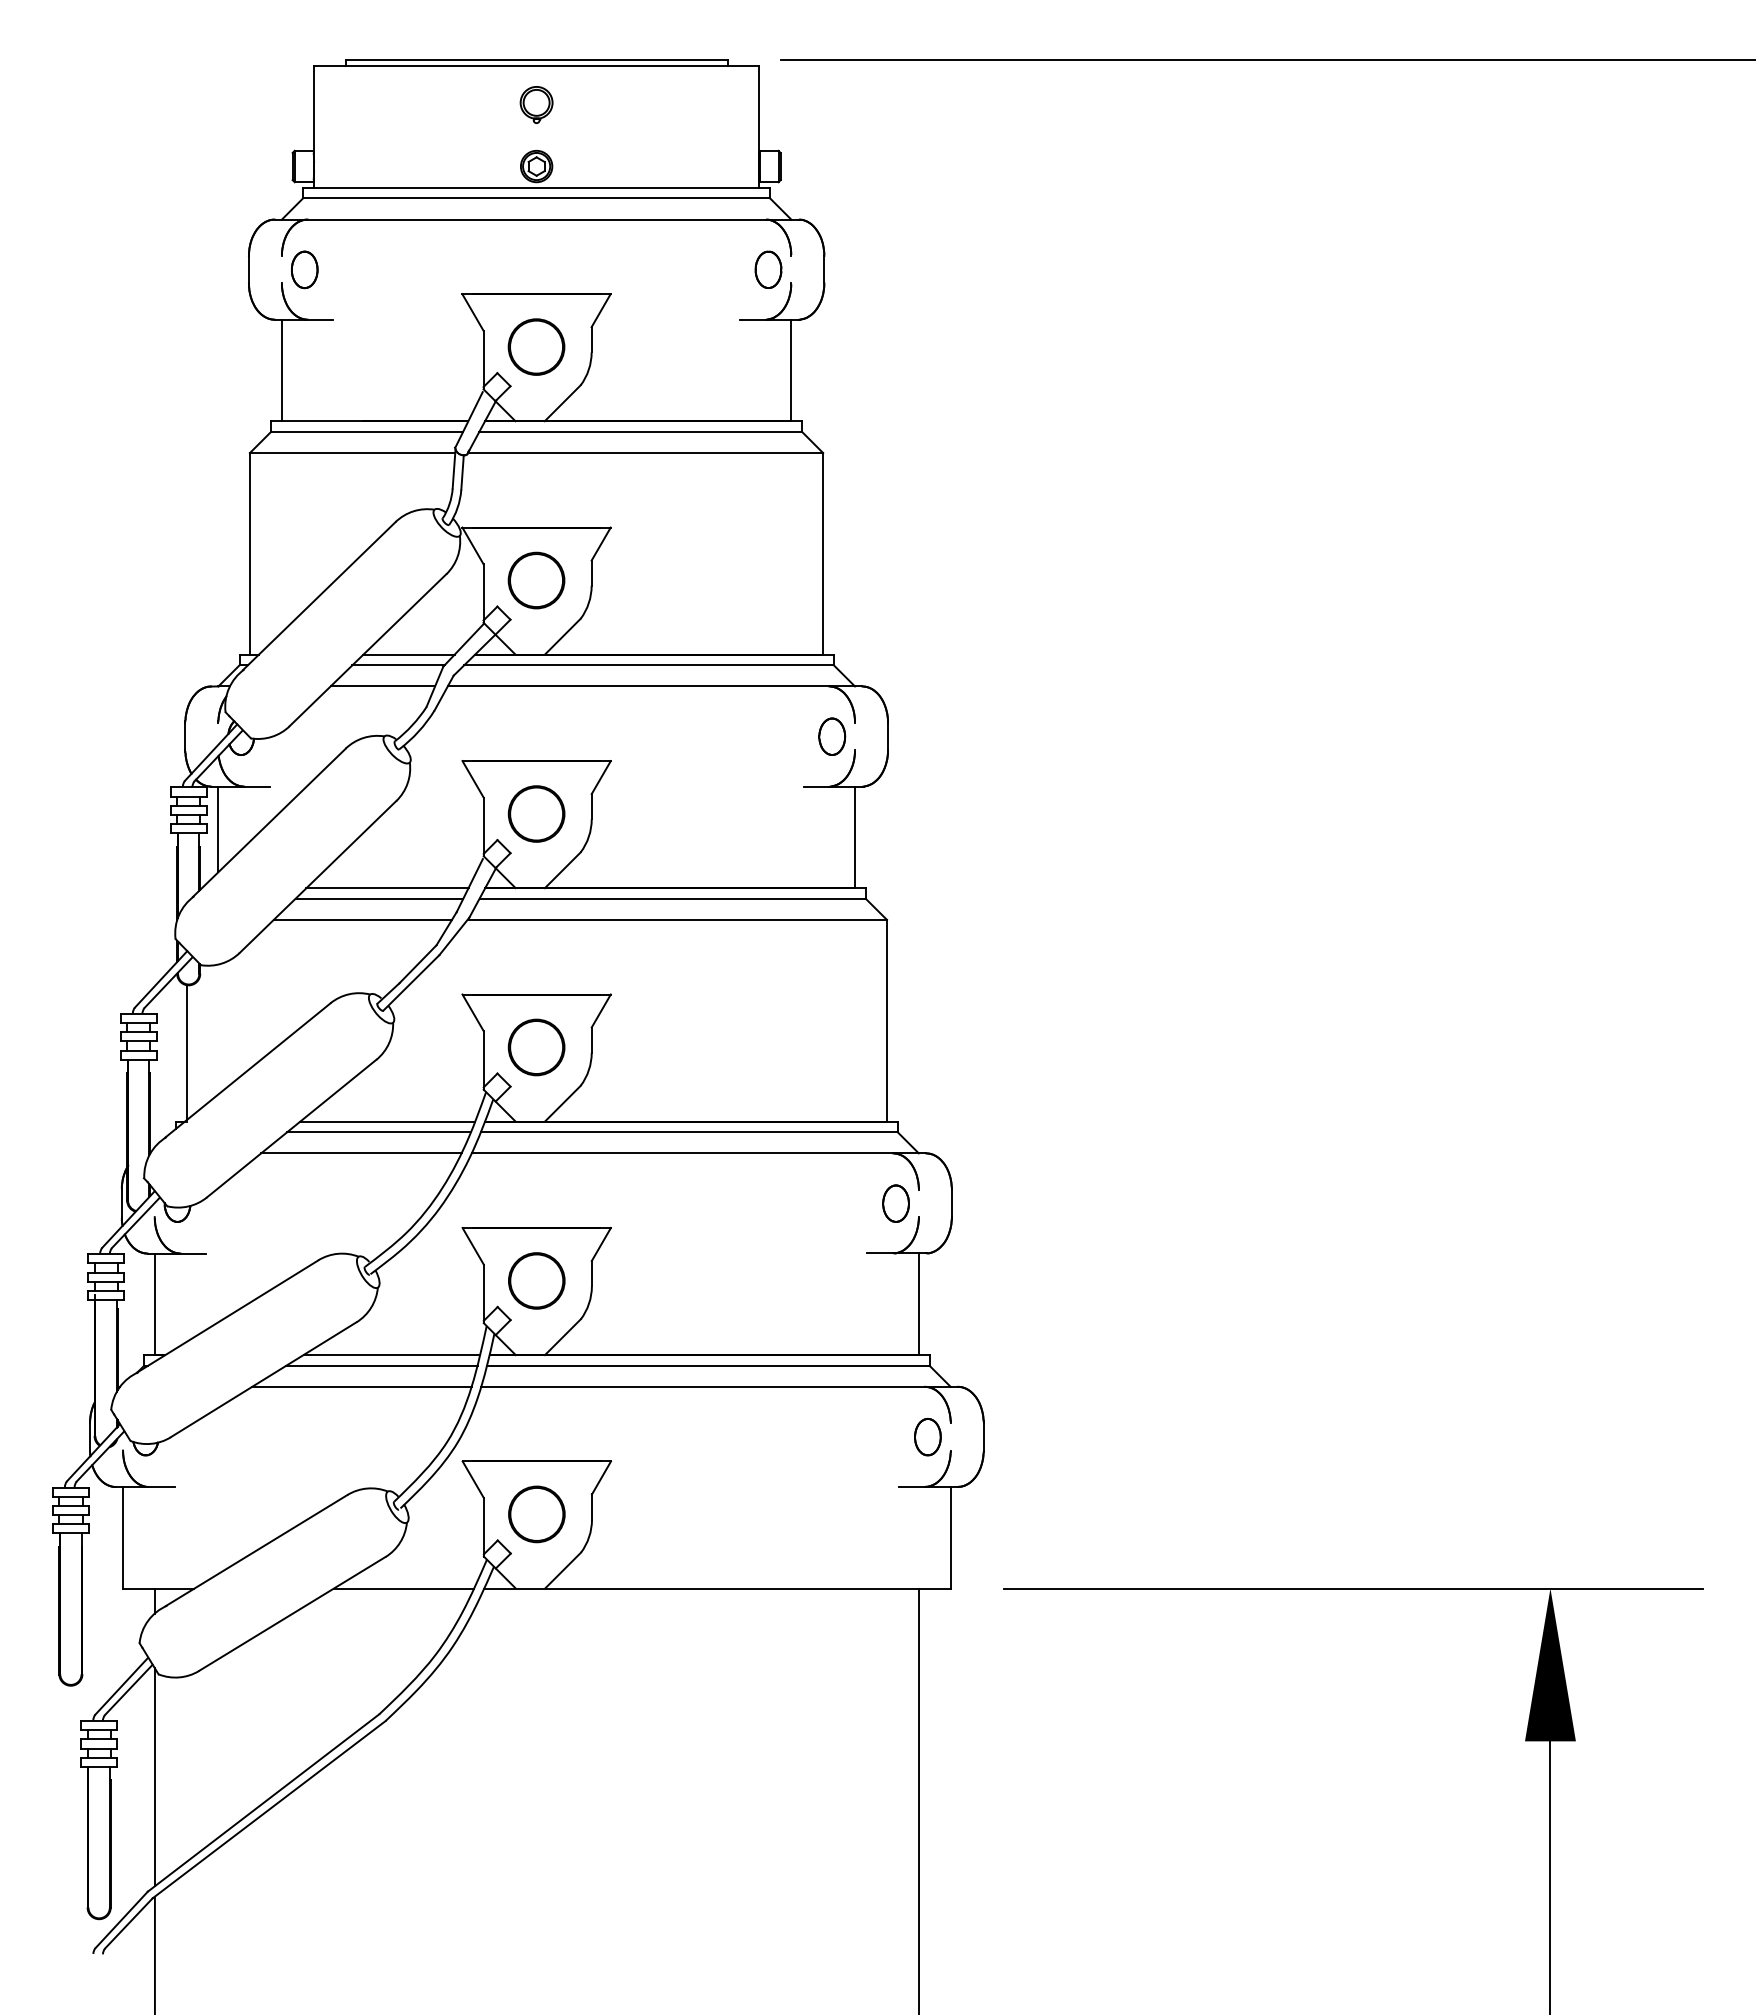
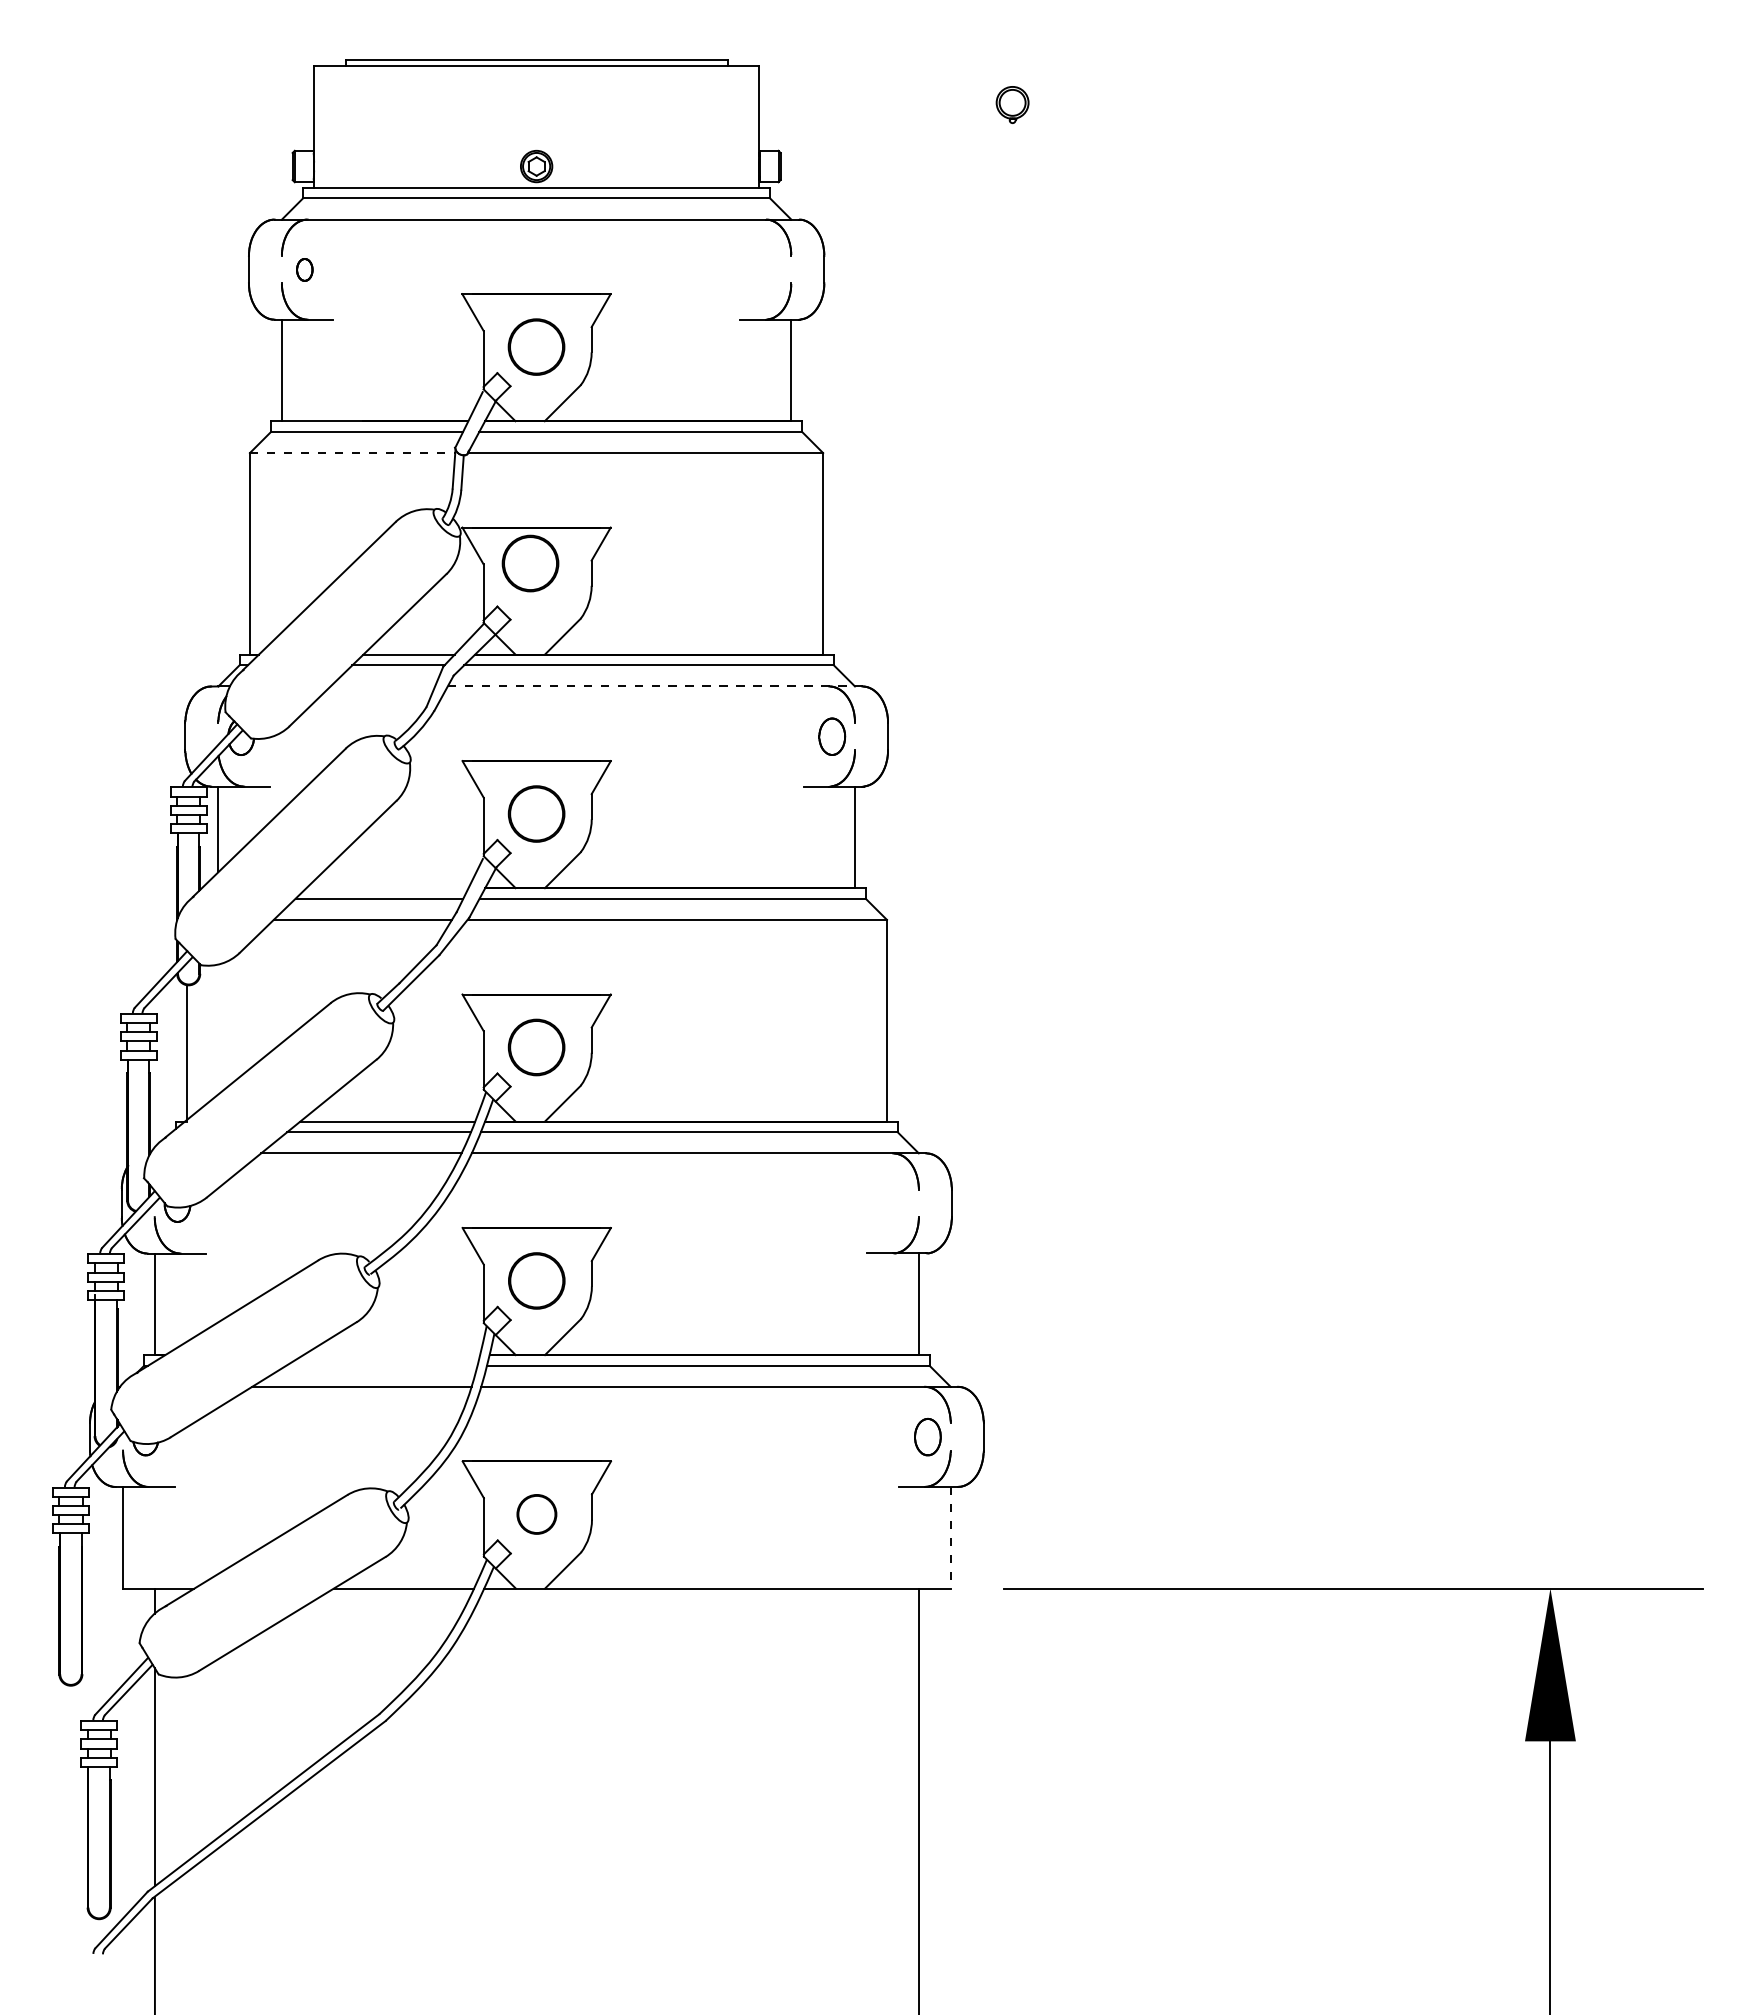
line at (1266, 60): present -> none
part at (536, 104) position: (536, 104) -> (1012, 104)
part at (304, 269) size: 28x40 px -> 18x24 px
part at (768, 269): present -> none
line at (352, 453): solid -> dashed
part at (536, 580) position: (536, 580) -> (530, 563)
line at (382, 686): present -> none
line at (651, 686): solid -> dashed
line at (387, 888): present -> none
part at (895, 1203): present -> none
line at (391, 1355): present -> none
line at (381, 1365): present -> none
part at (536, 1514) size: 58x59 px -> 42x41 px
line at (950, 1537): solid -> dashed
